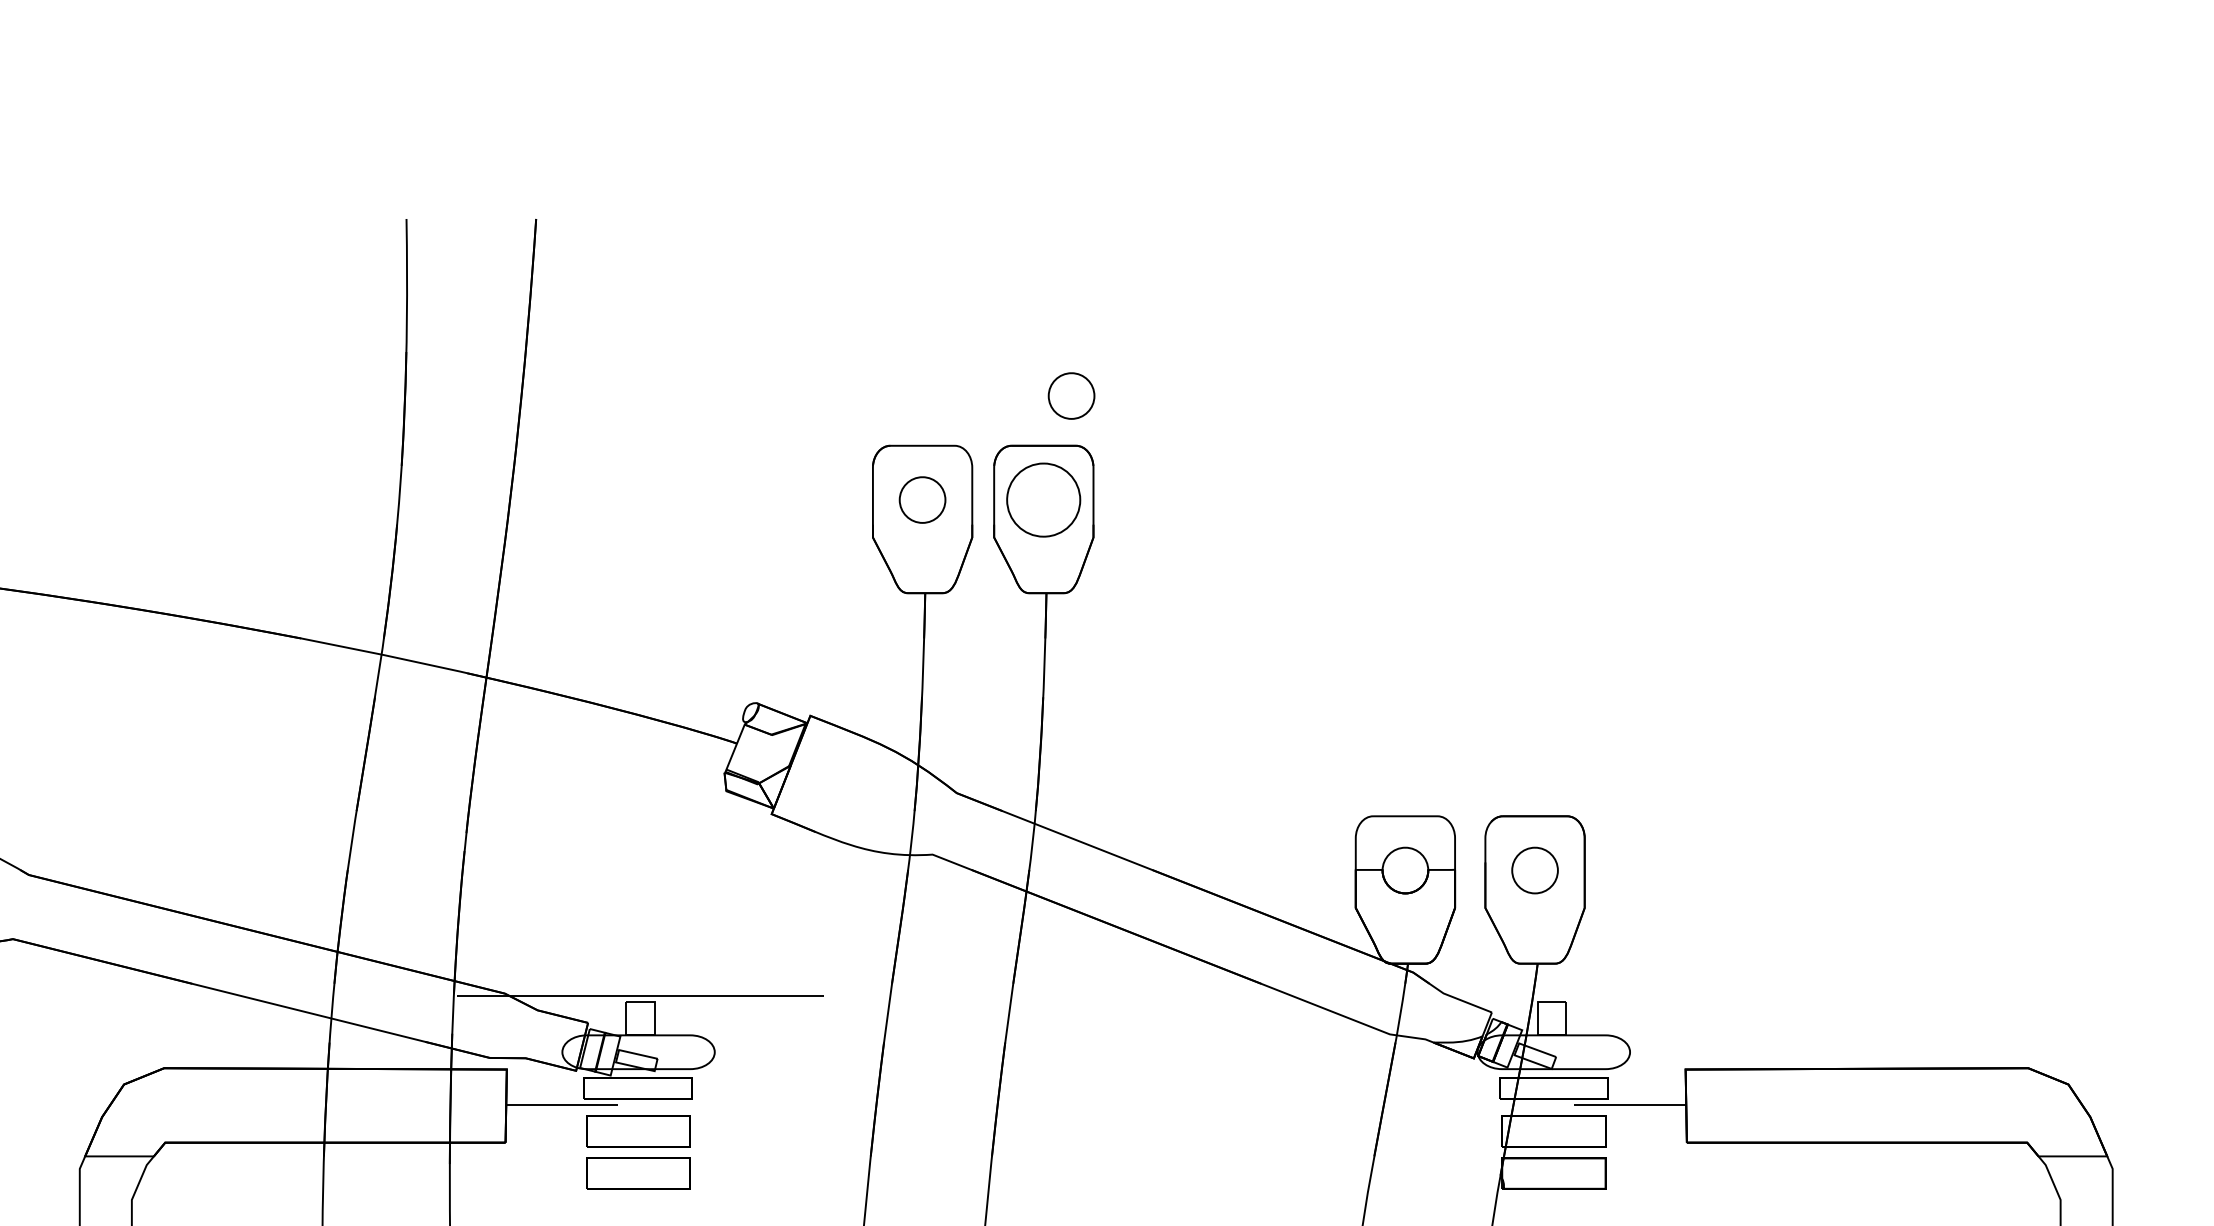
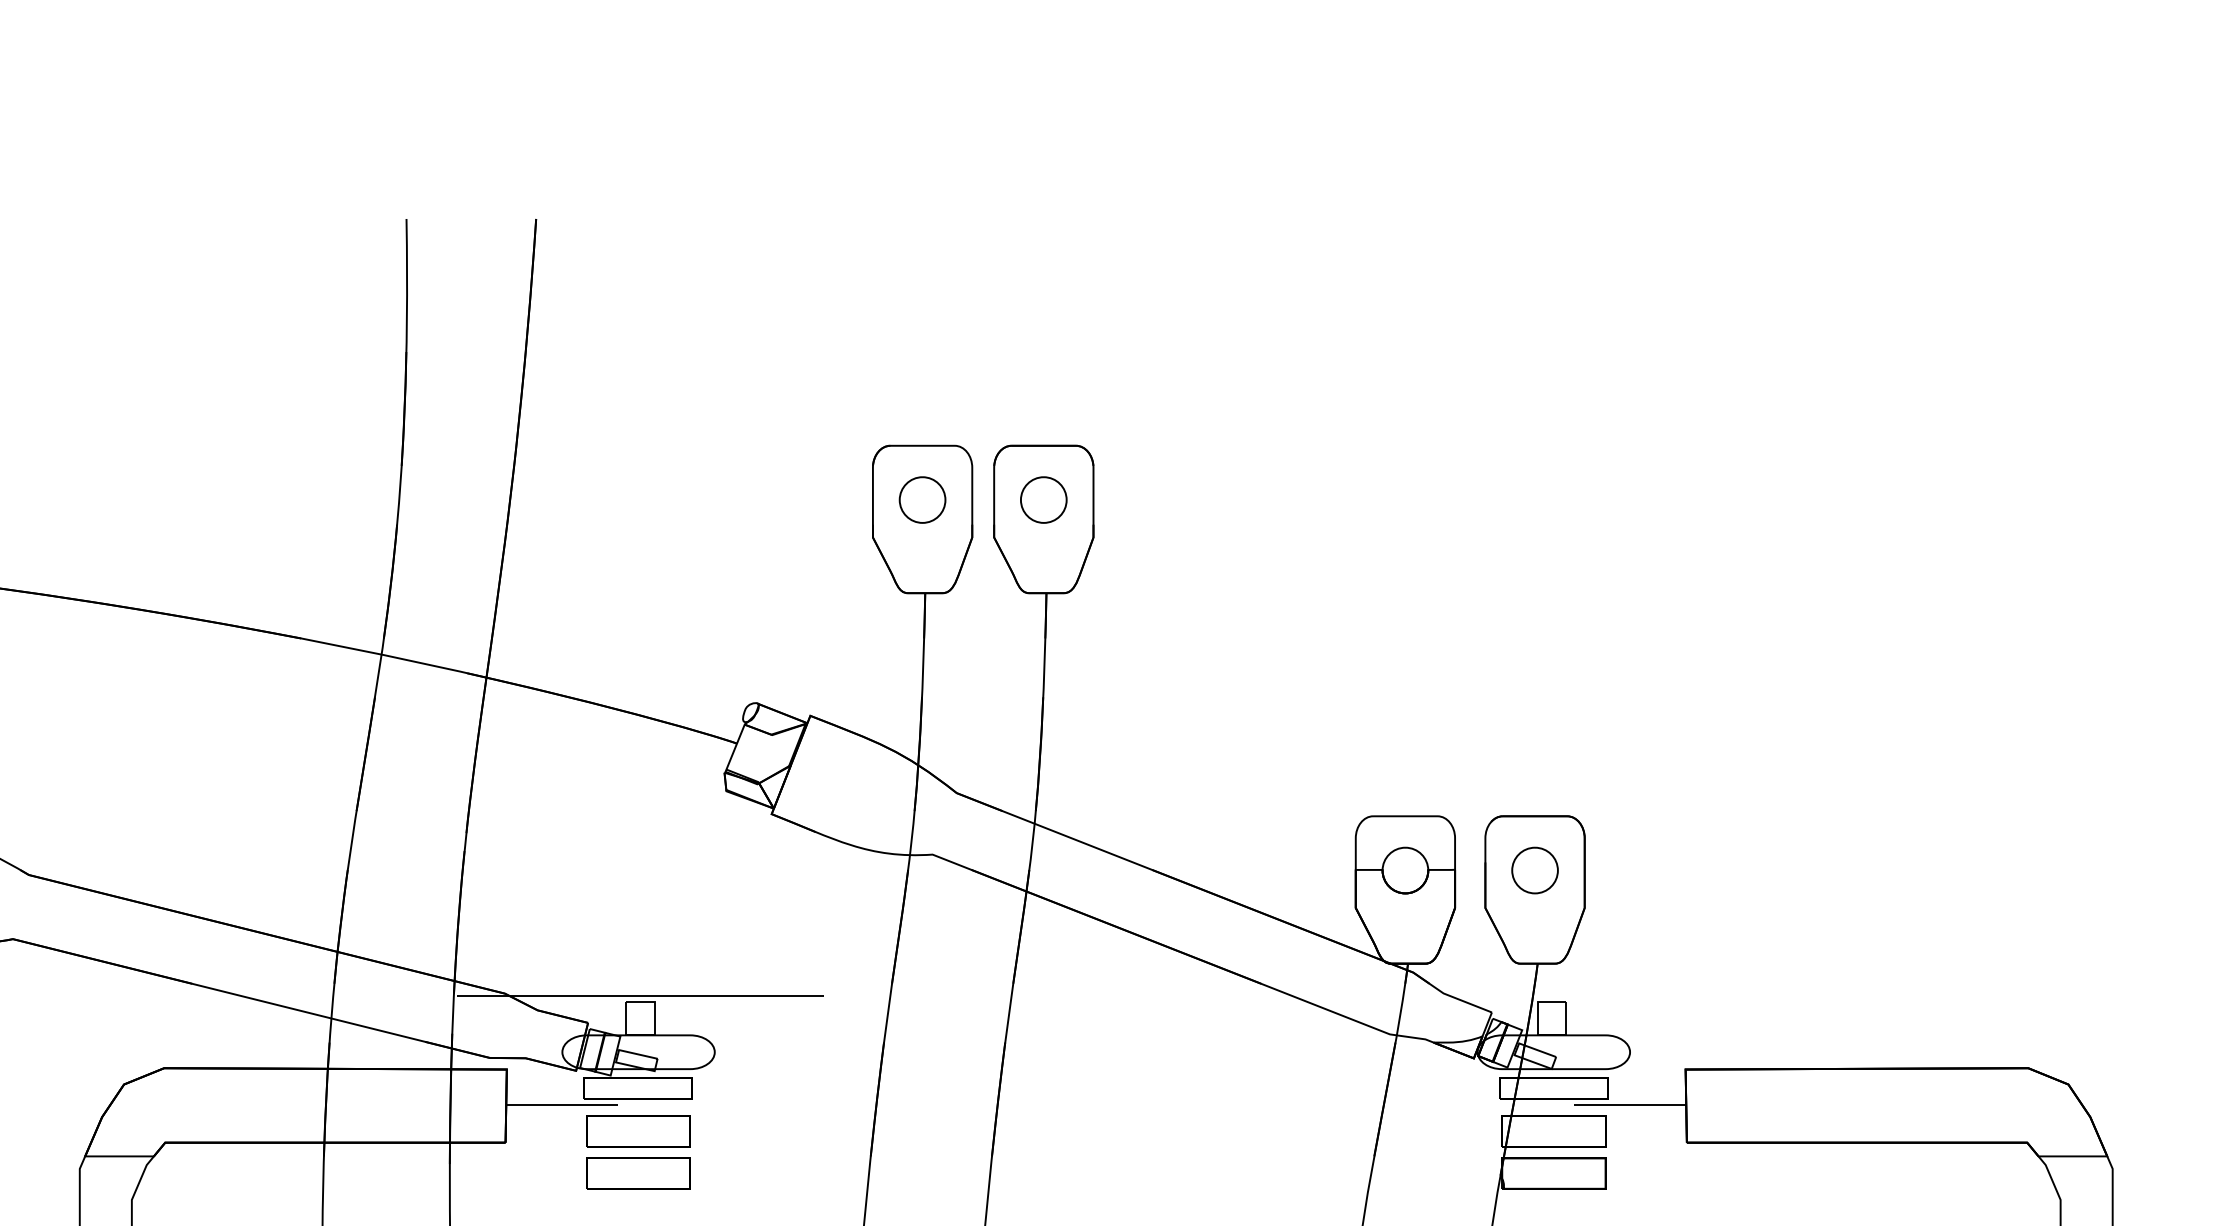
part at (1071, 395): present -> none
part at (1043, 499) size: 76x76 px -> 48x48 px
